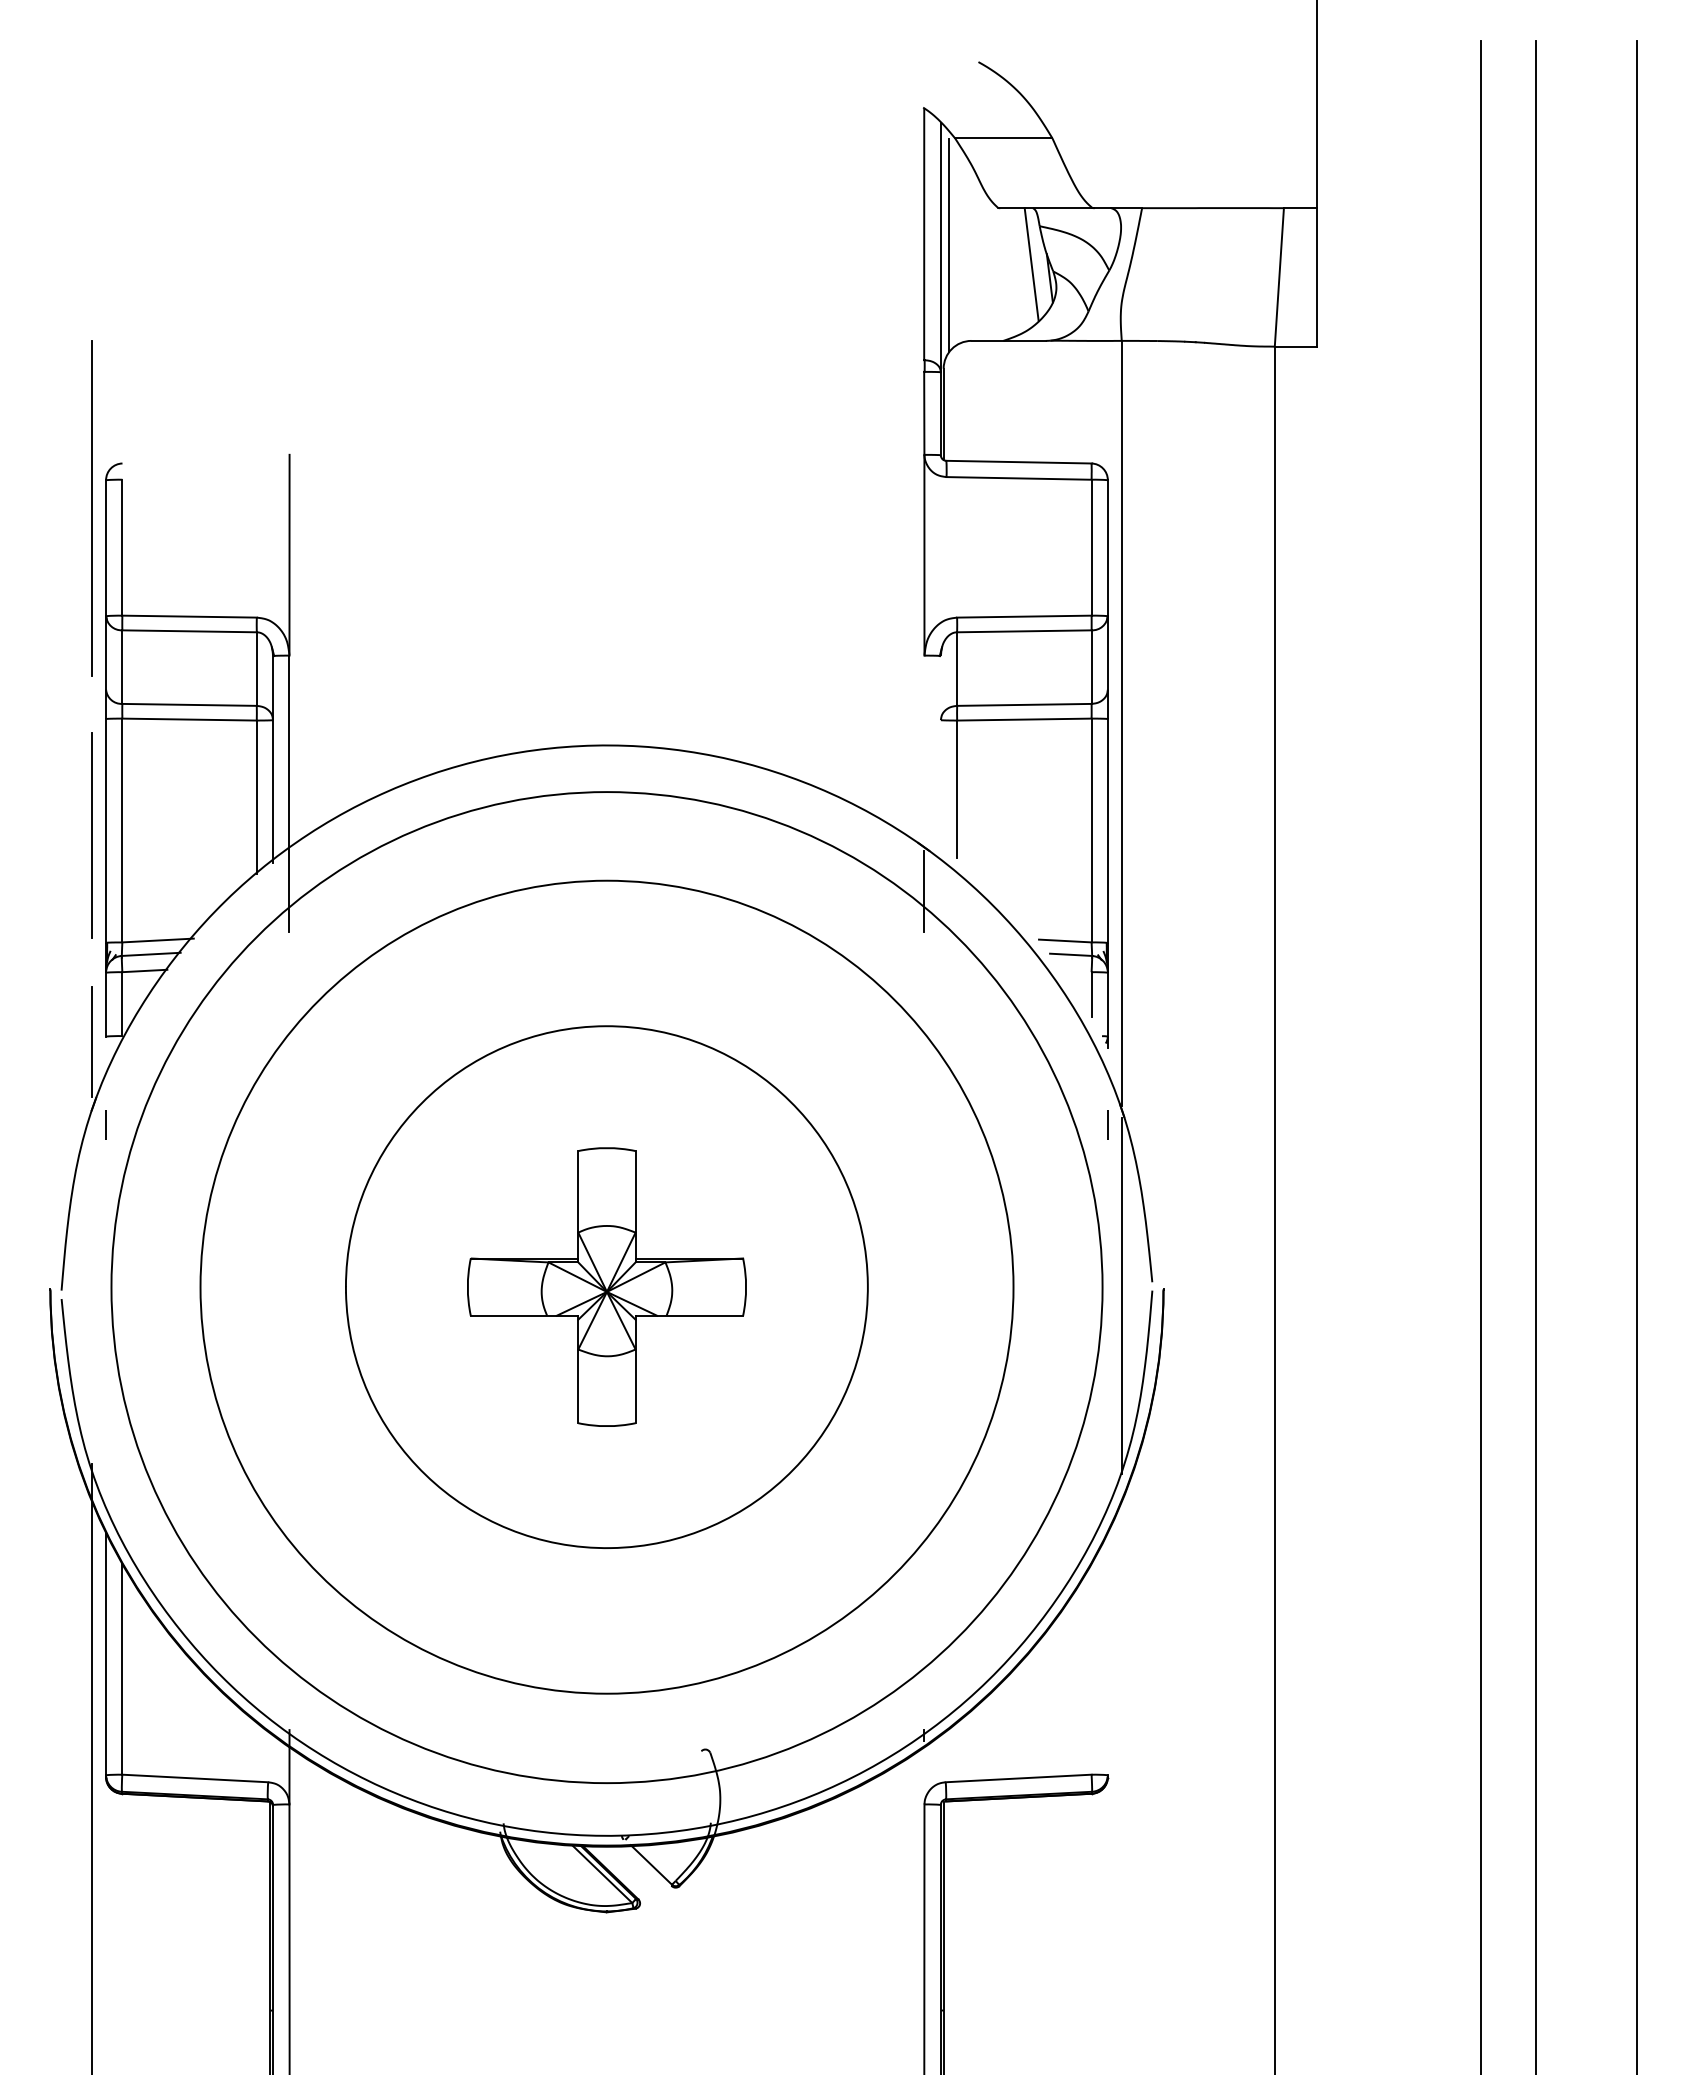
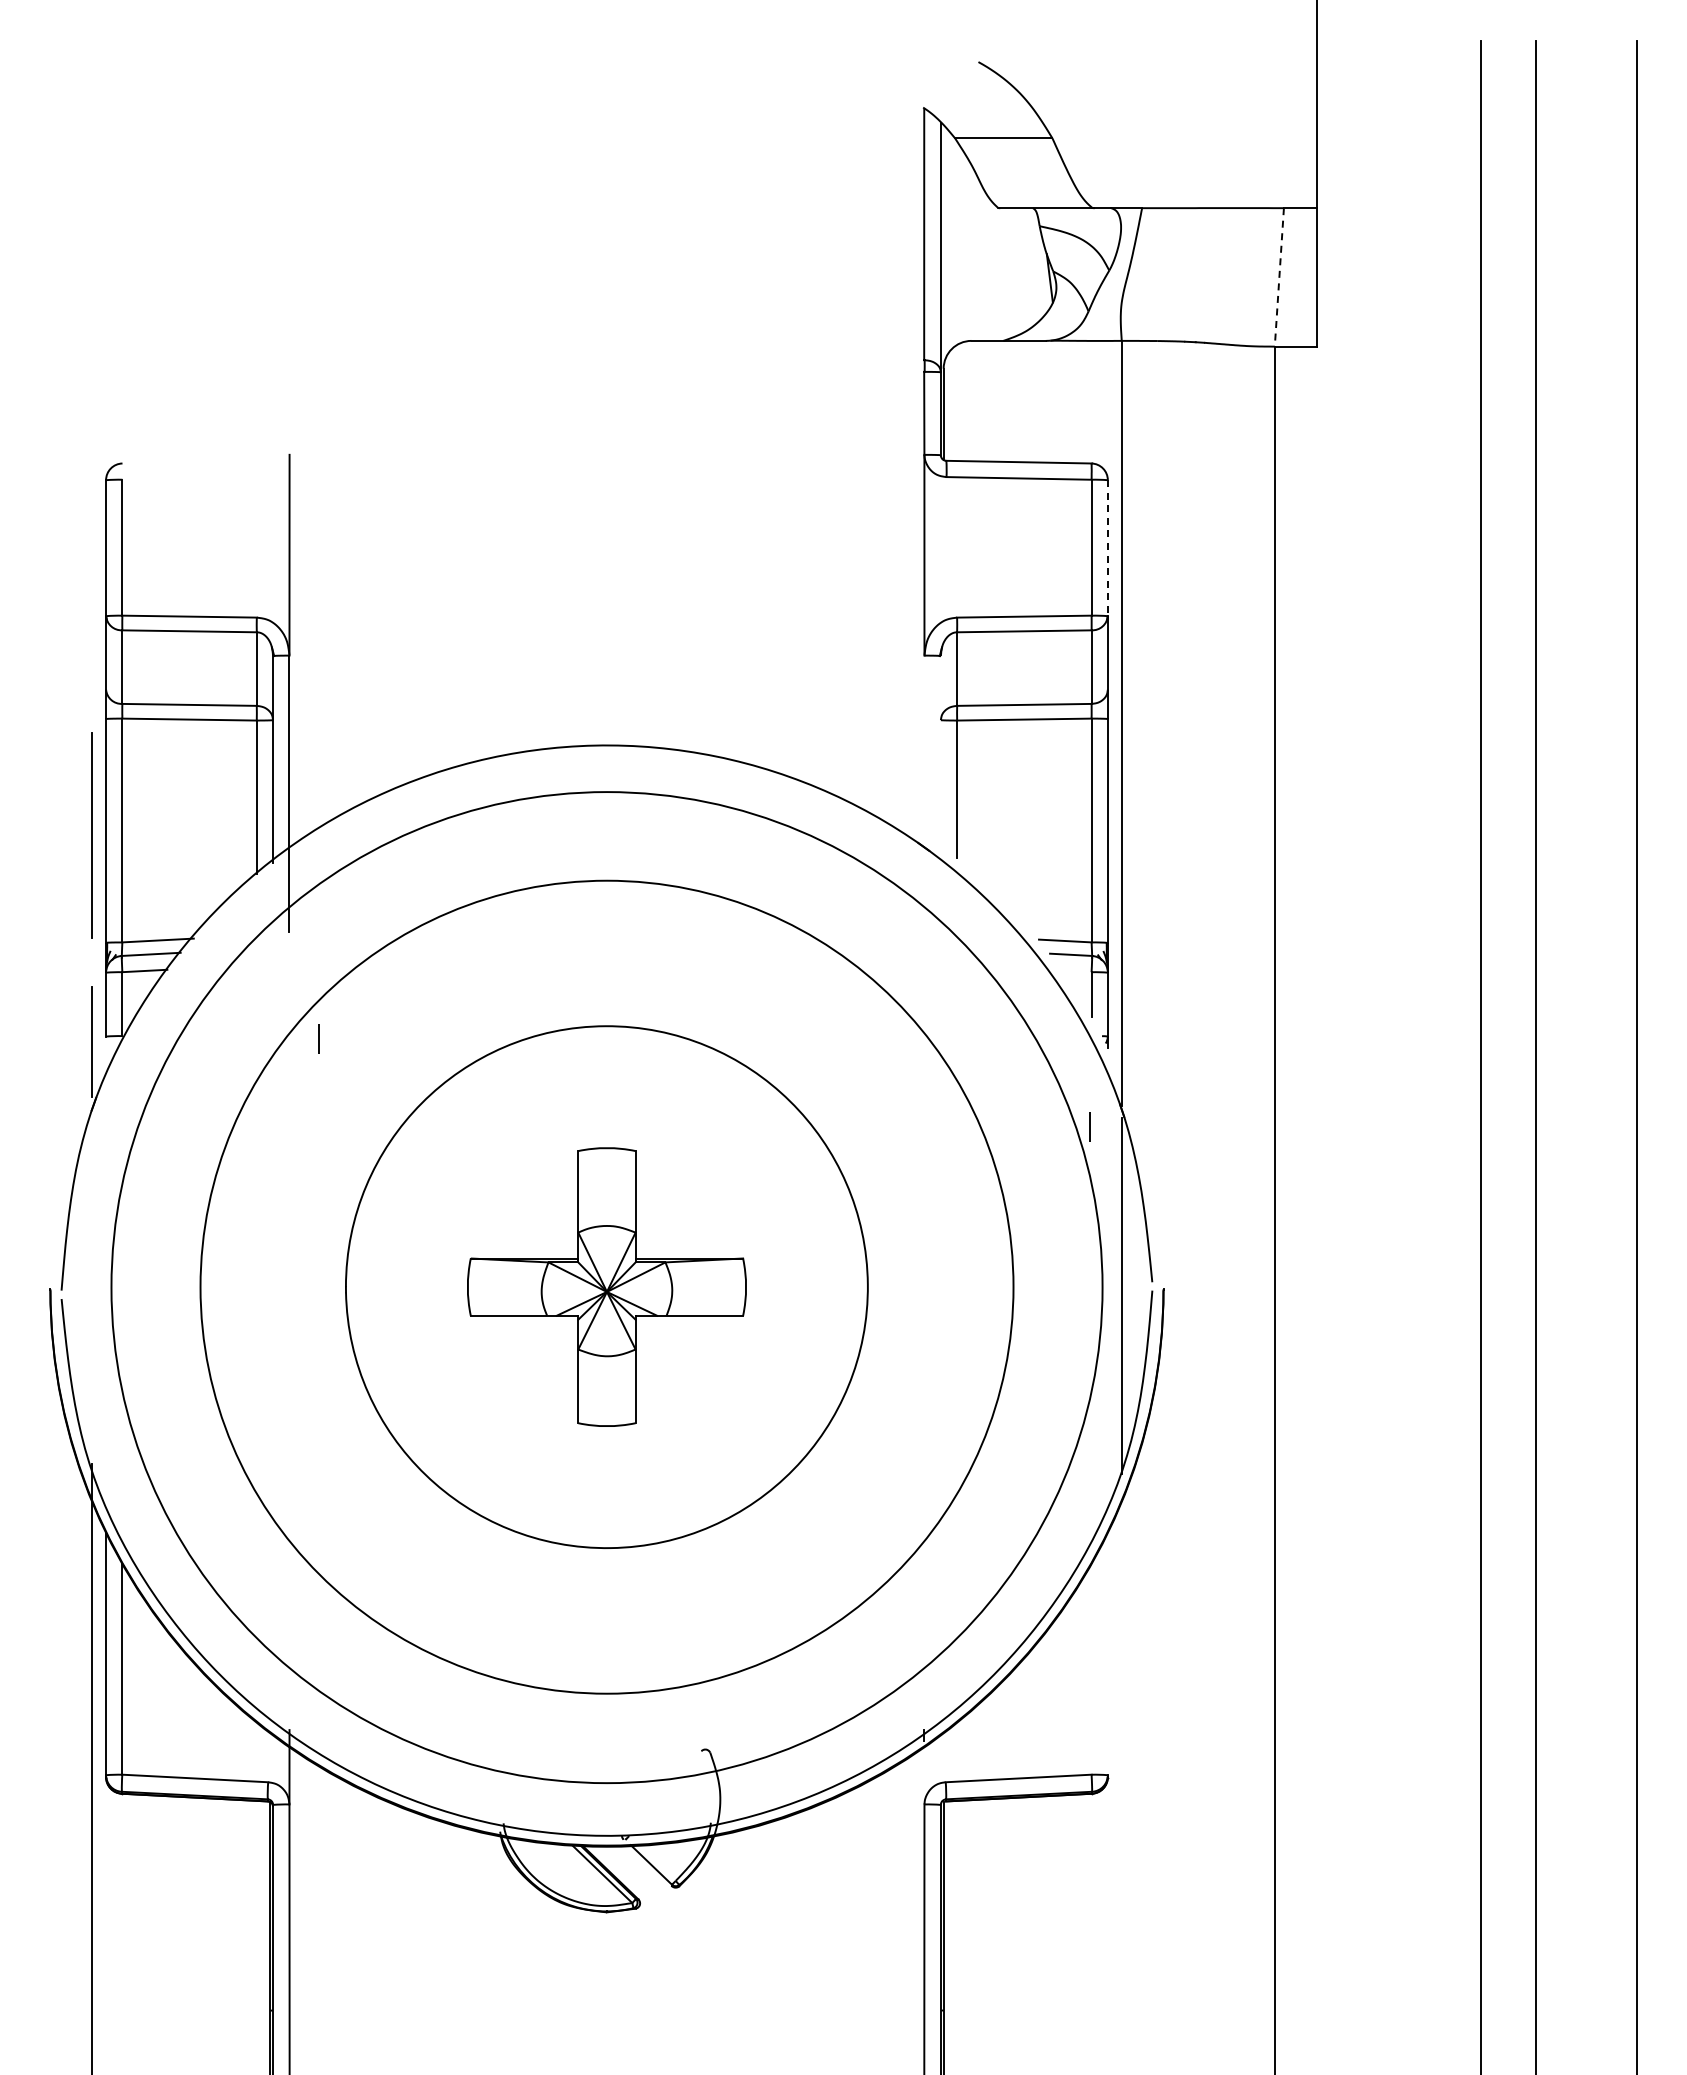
line at (949, 245): present -> none
line at (1031, 264): present -> none
line at (1279, 277): solid -> dashed
line at (91, 508): present -> none
line at (1107, 548): solid -> dashed
line at (924, 891): present -> none
line at (105, 1124) position: (105, 1124) -> (318, 1038)
line at (1107, 1124) position: (1107, 1124) -> (1089, 1126)
